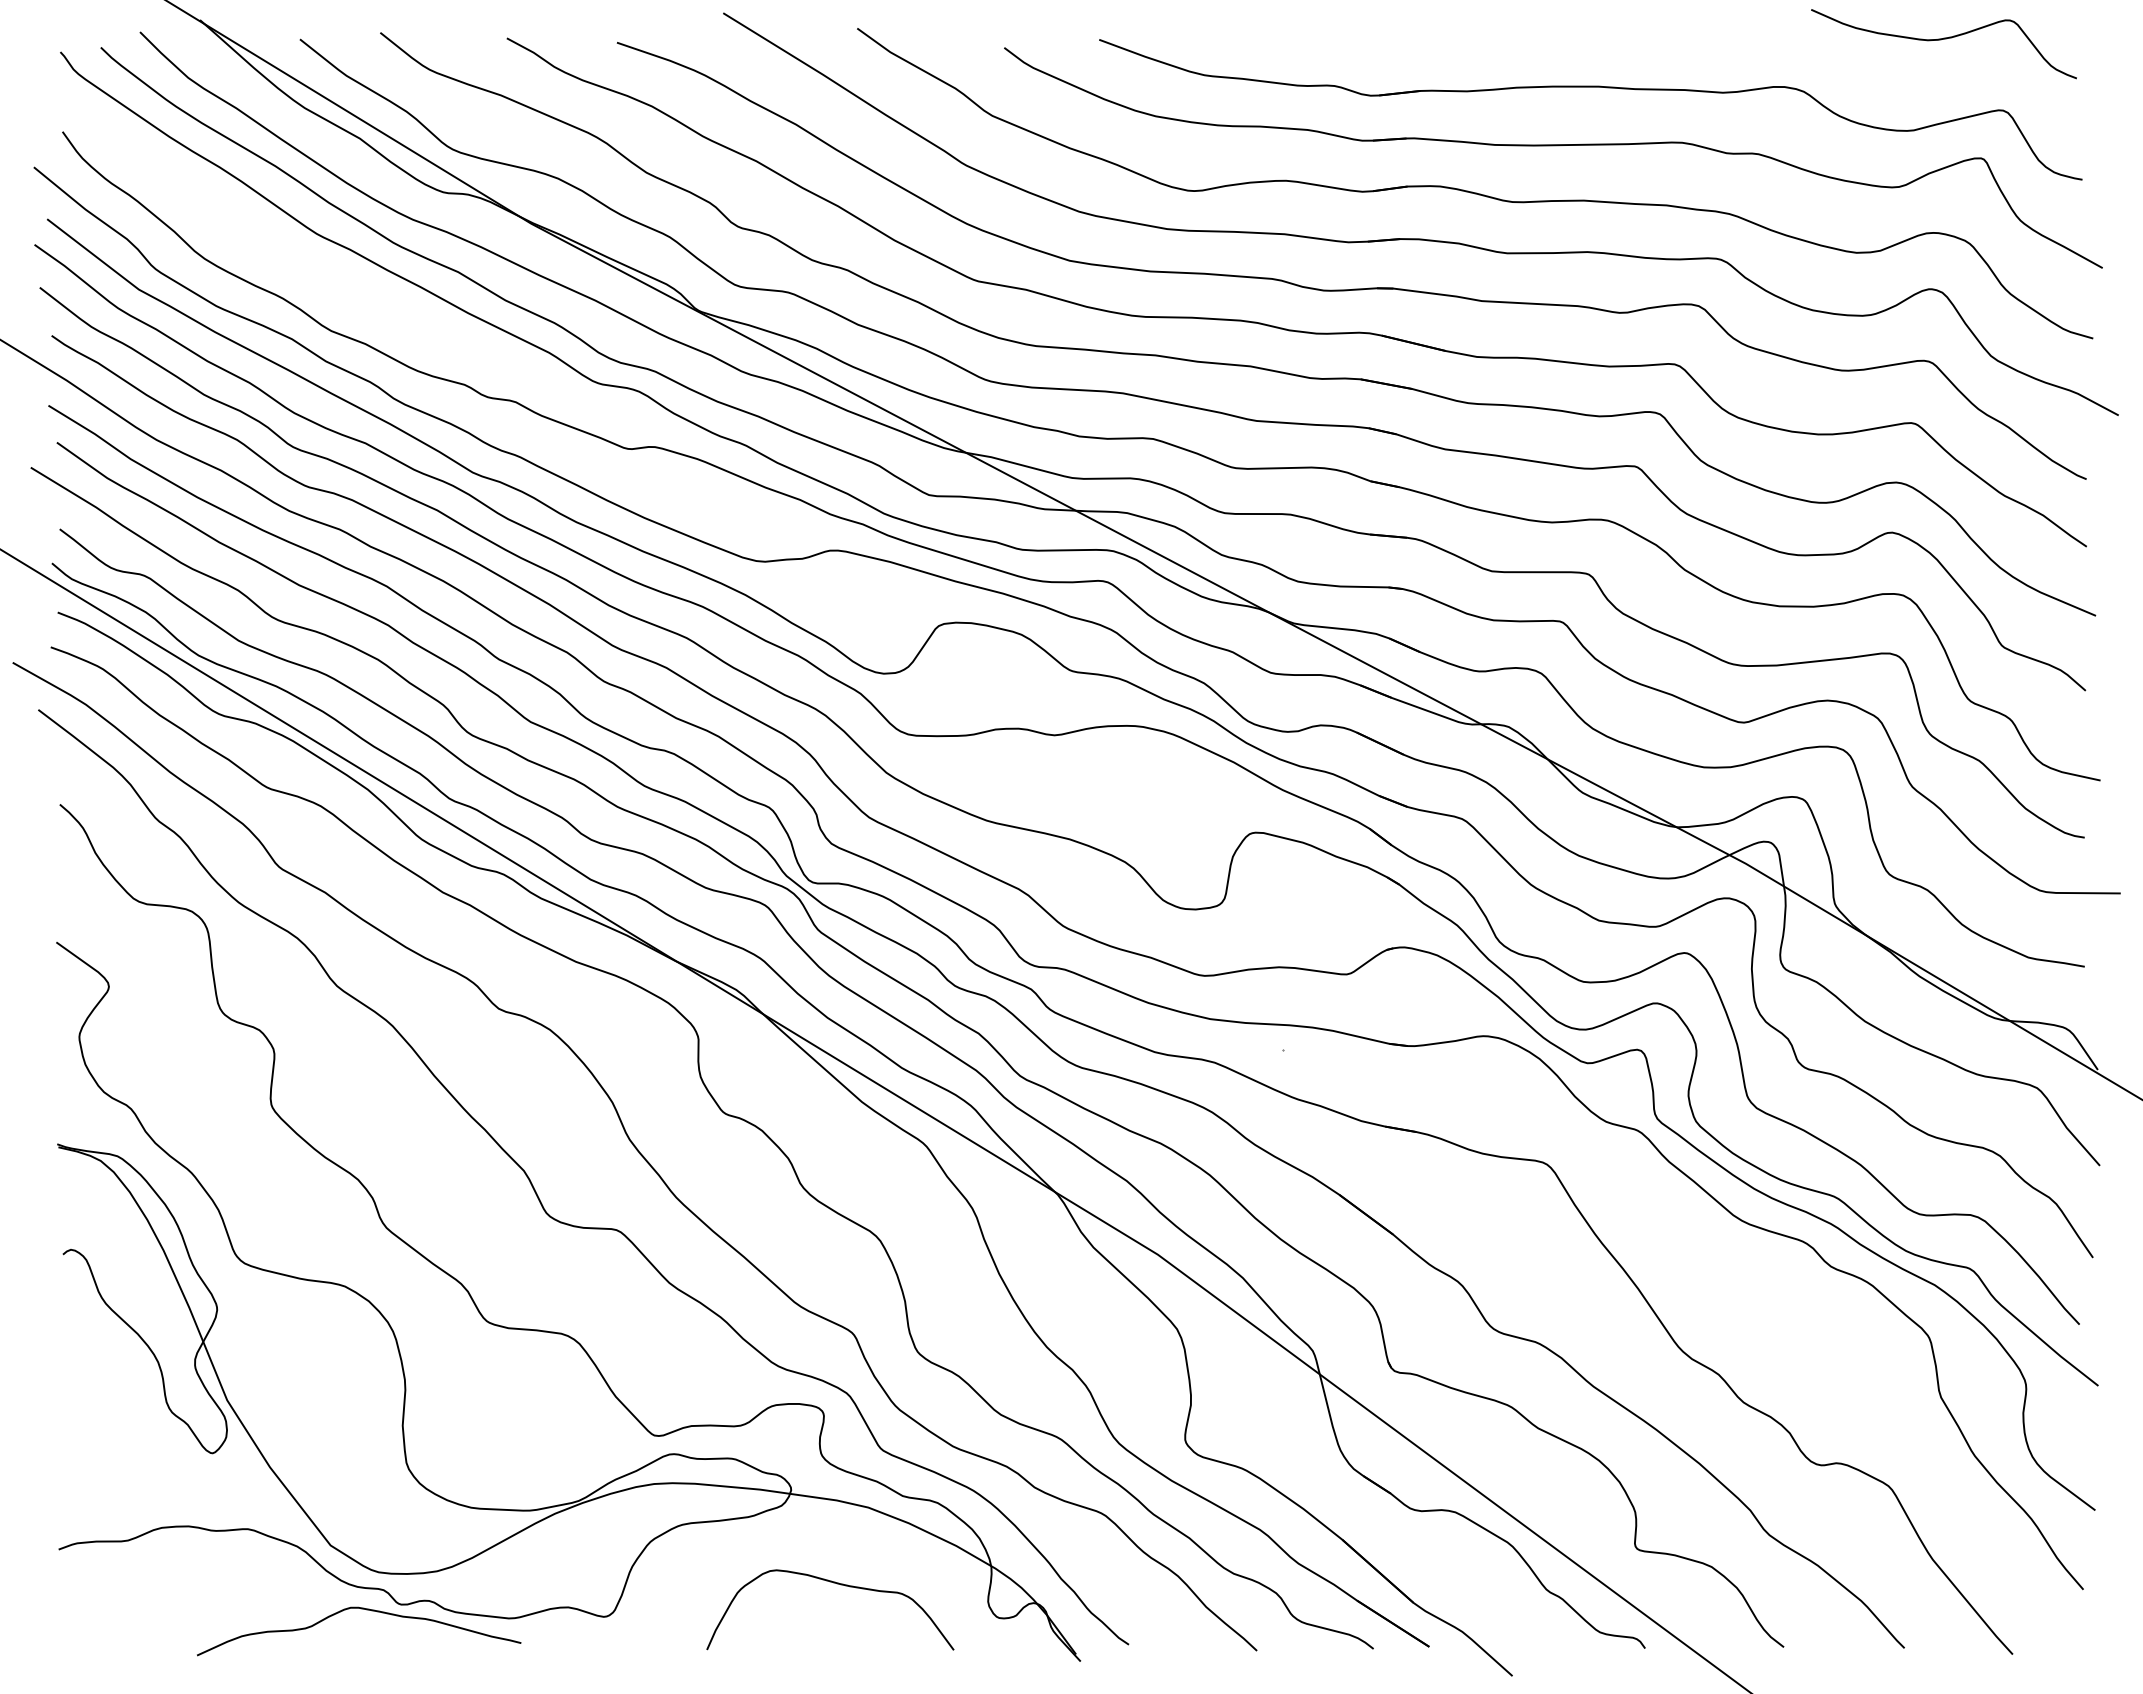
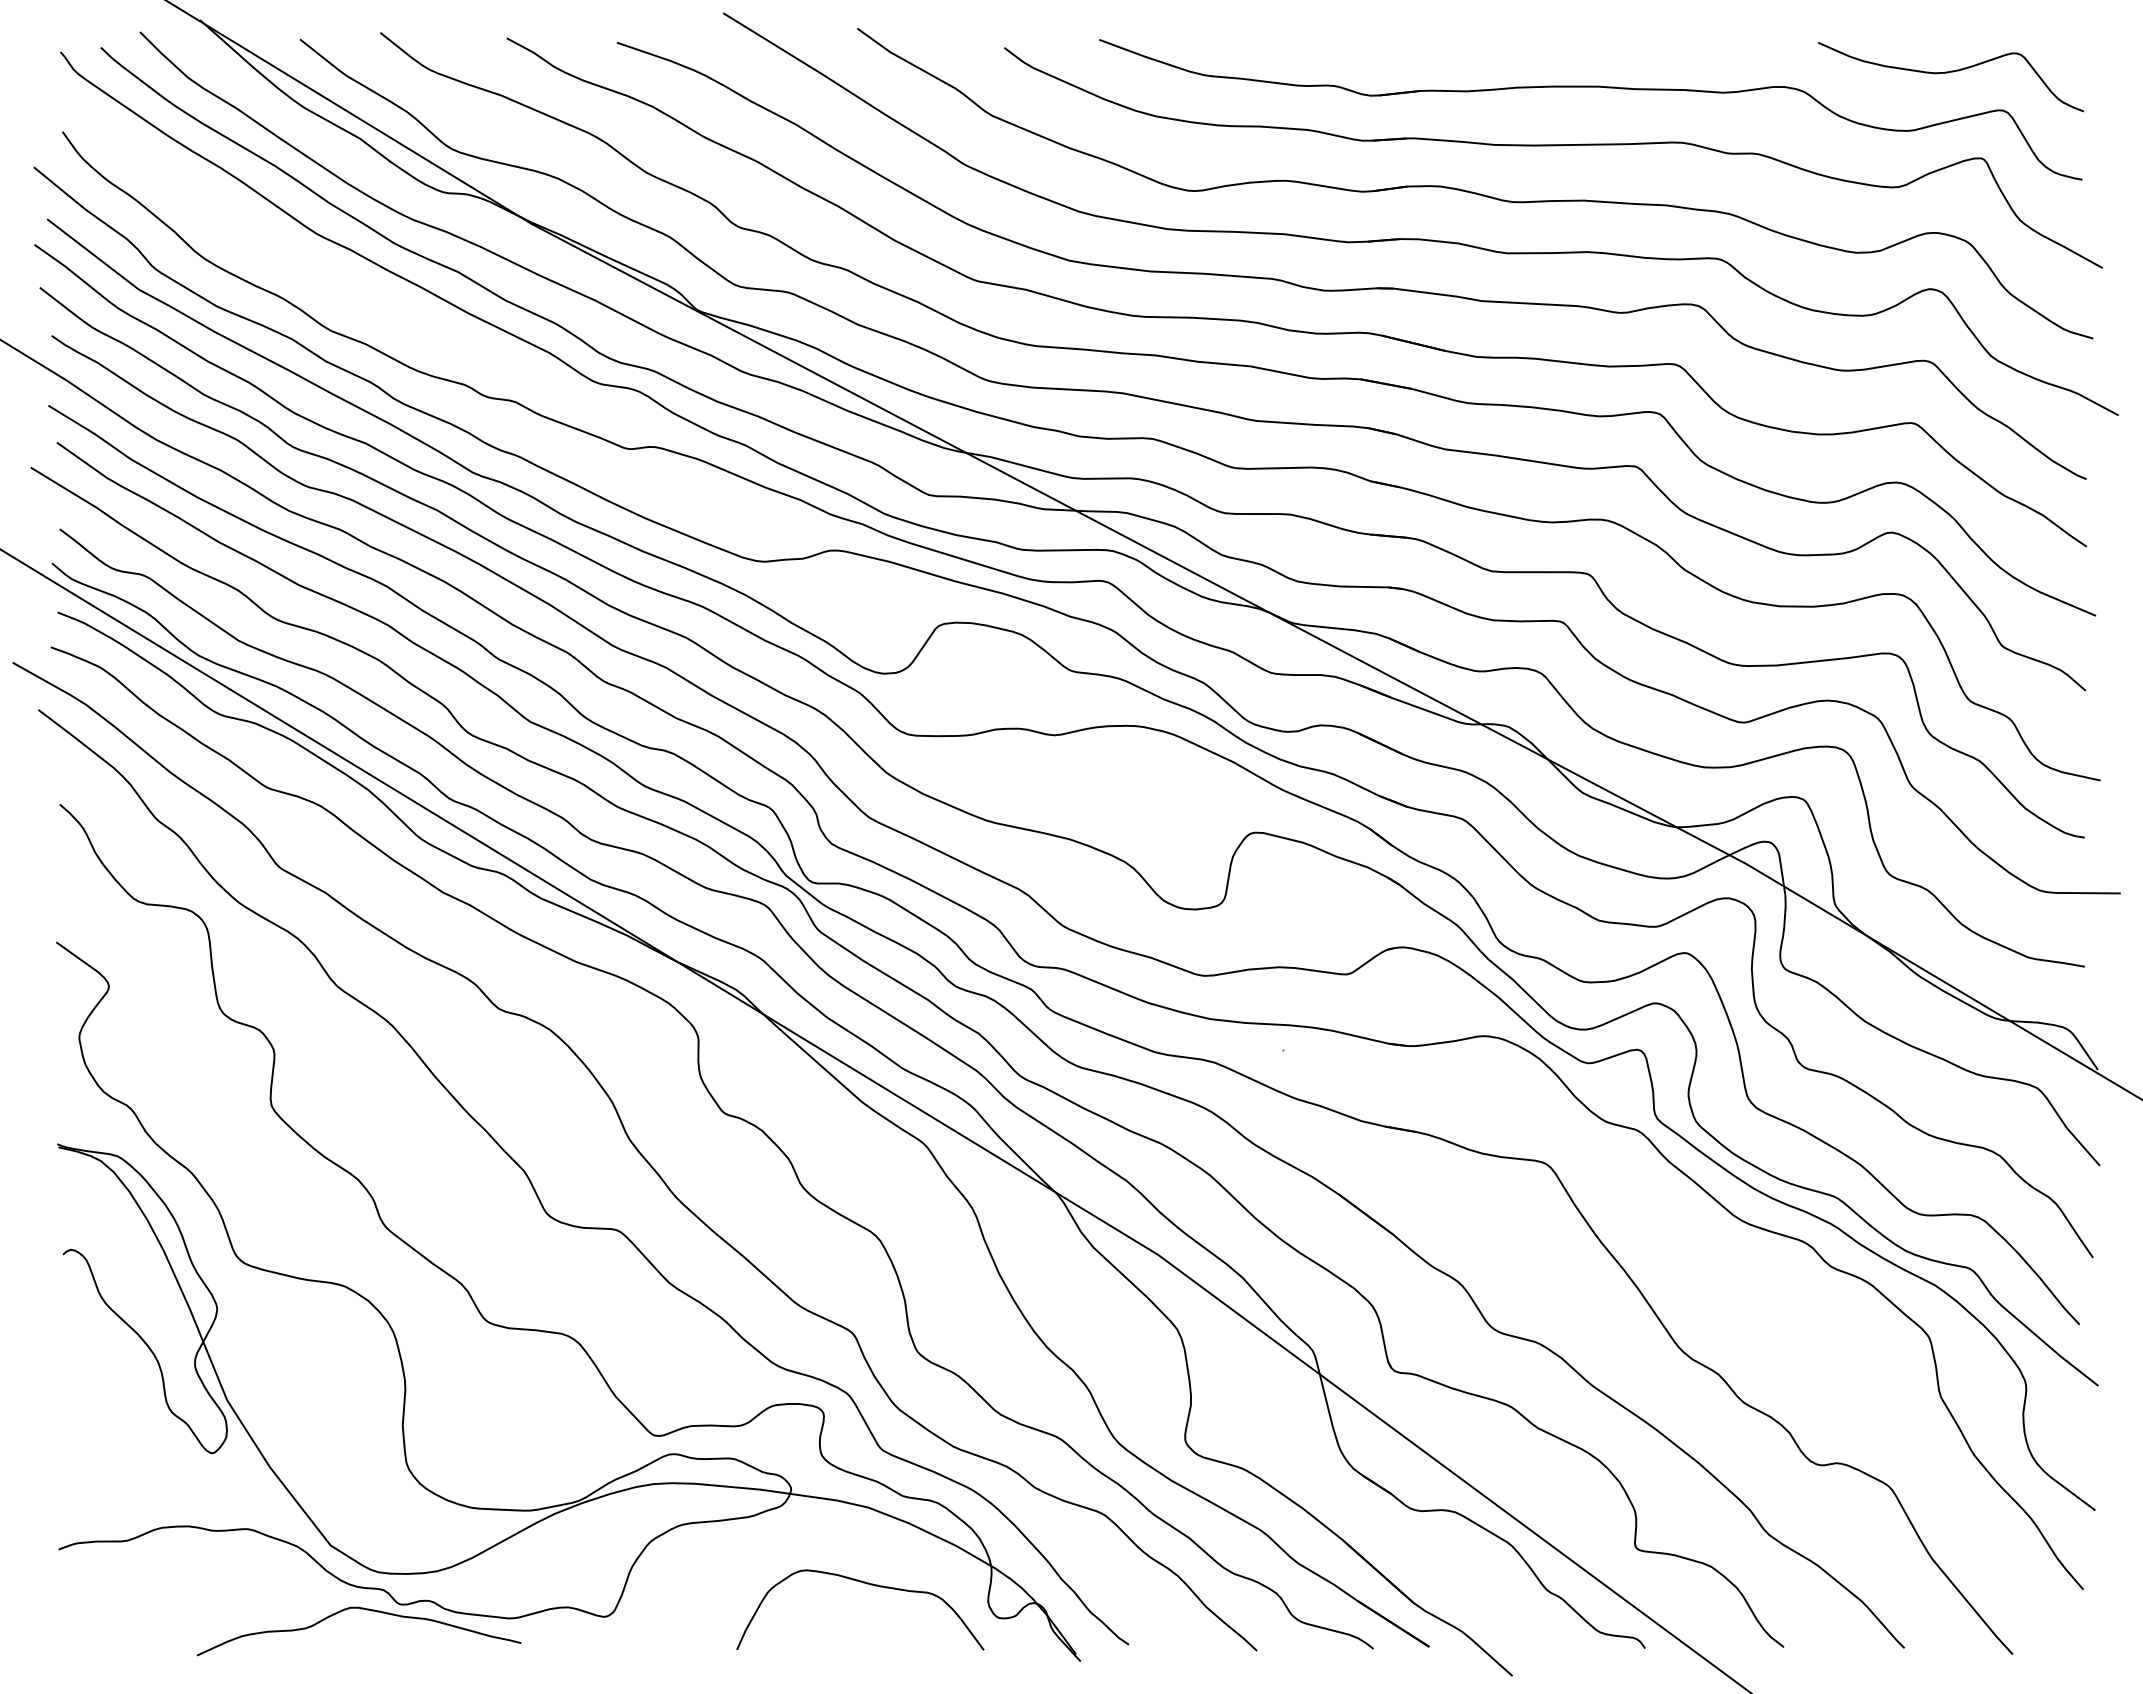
curve at (1941, 40) position: (1941, 40) -> (1948, 73)
curve at (837, 1584) position: (837, 1584) -> (867, 1584)
